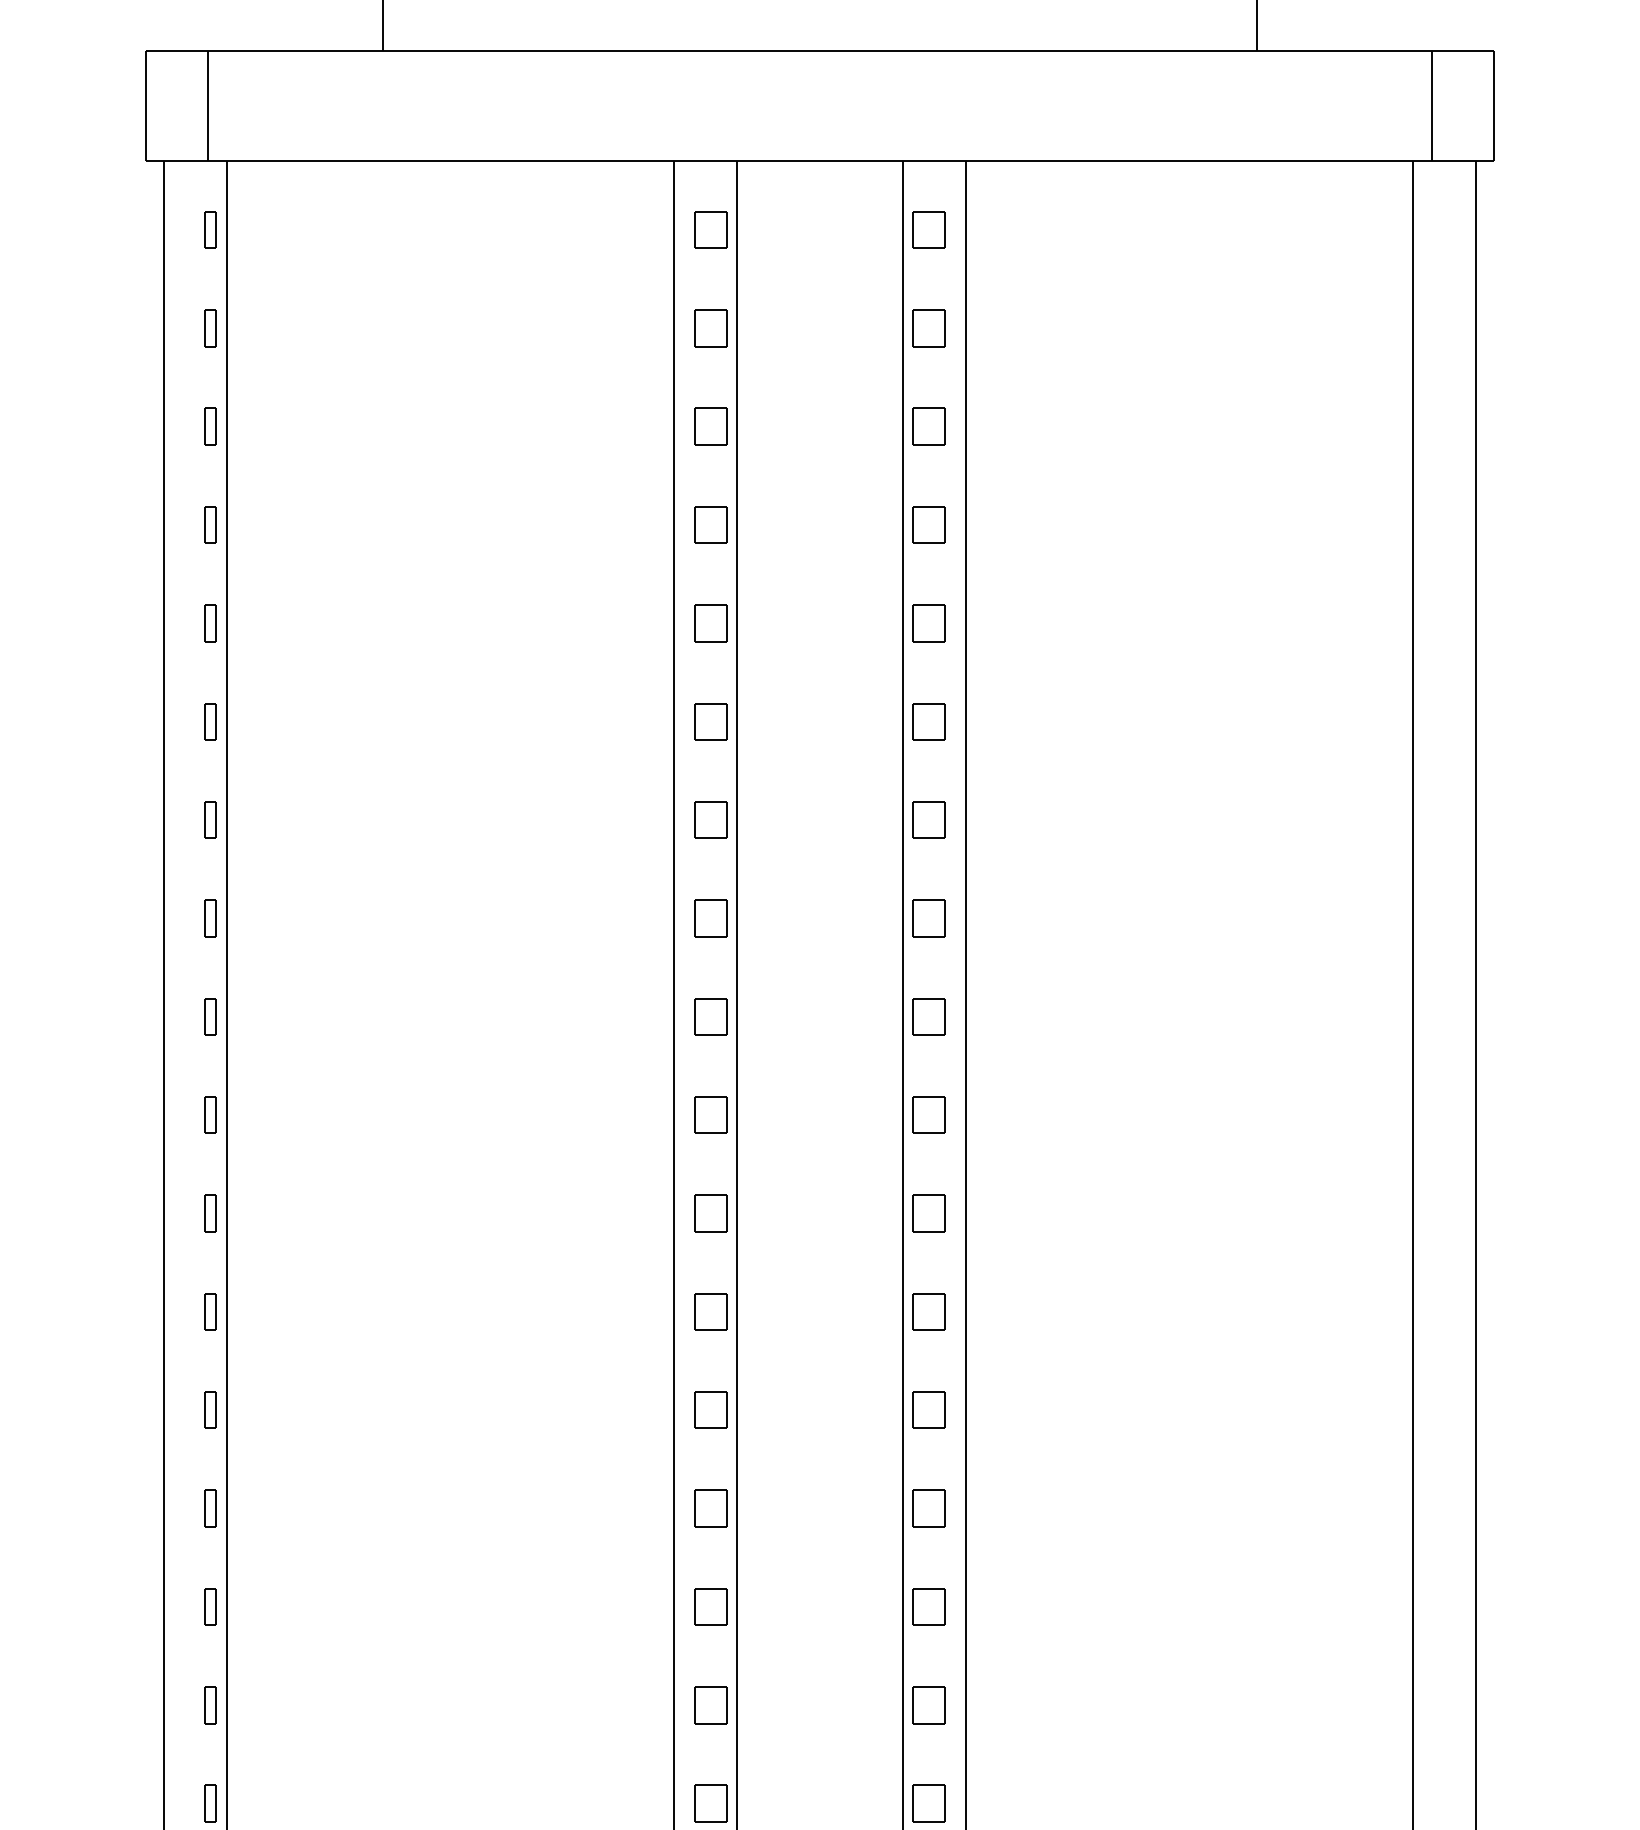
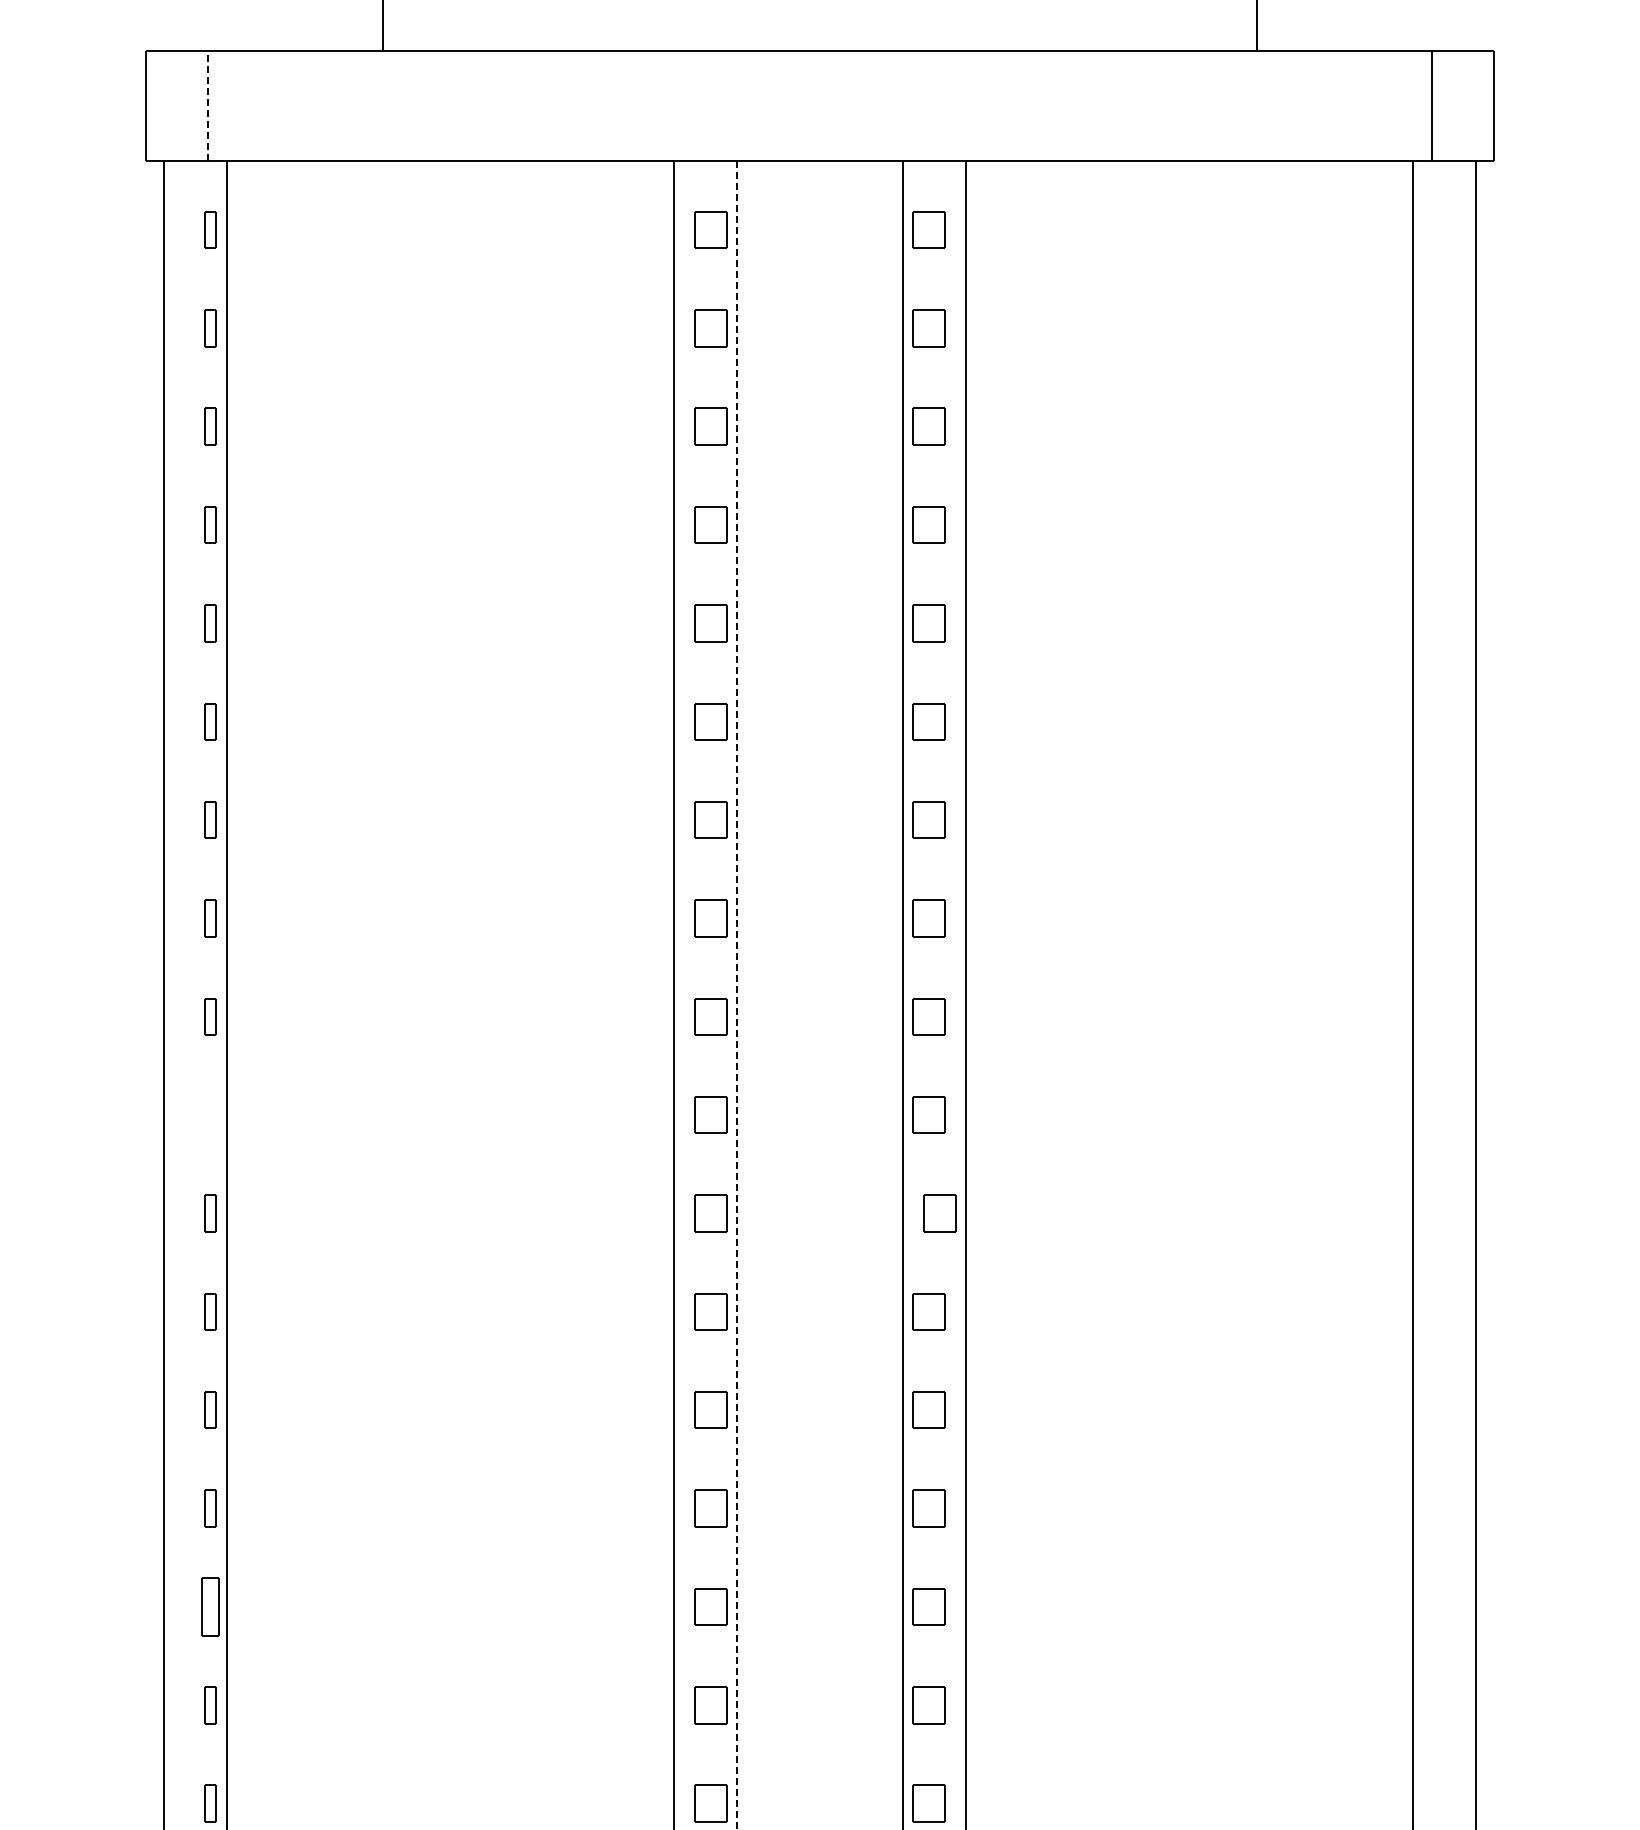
line at (208, 106): solid -> dashed
line at (737, 994): solid -> dashed
part at (210, 1114): present -> none
part at (928, 1213) position: (928, 1213) -> (939, 1213)
part at (210, 1606) size: 13x38 px -> 19x60 px
